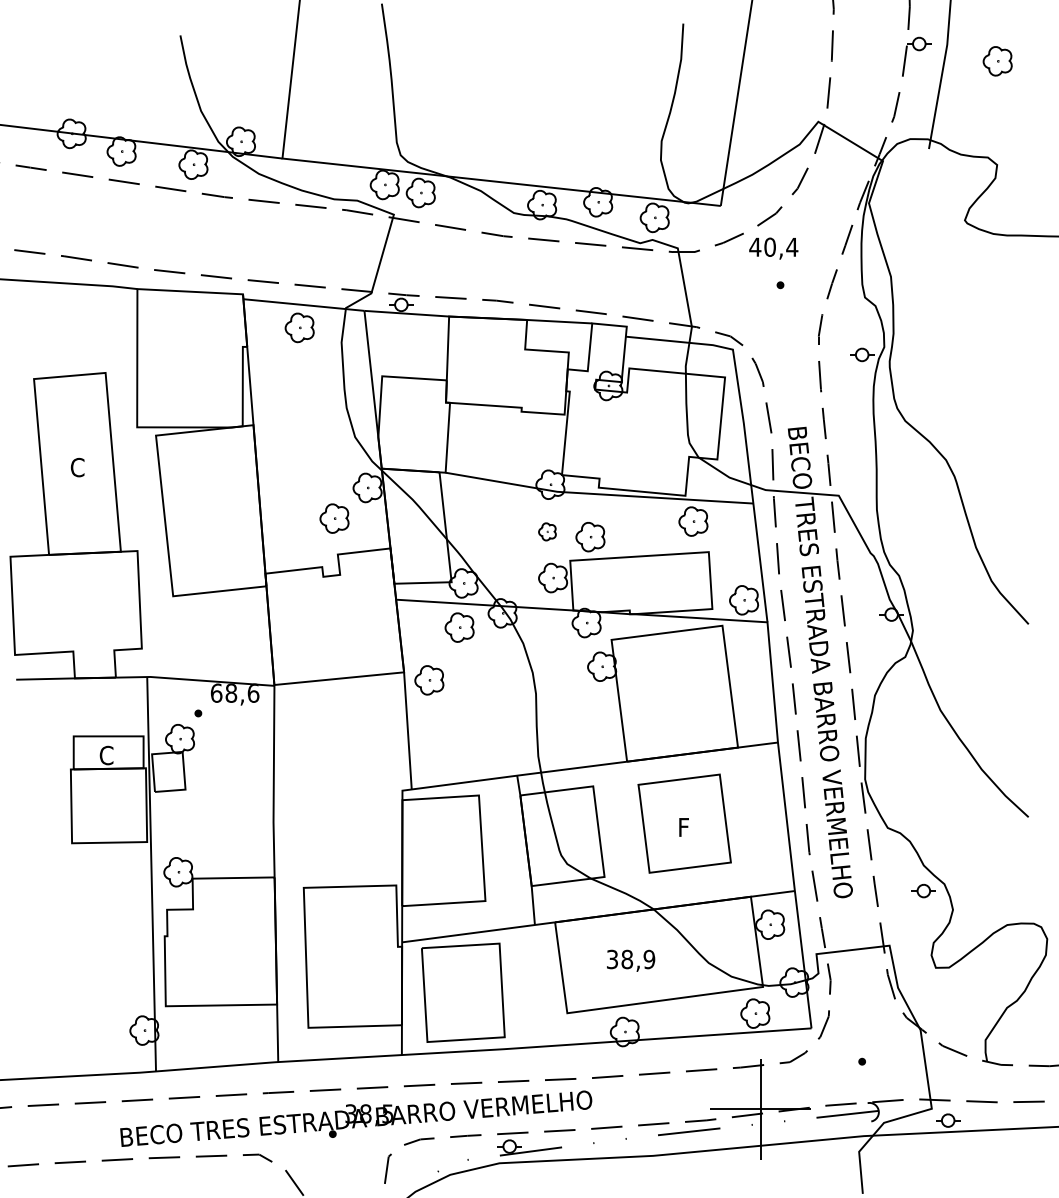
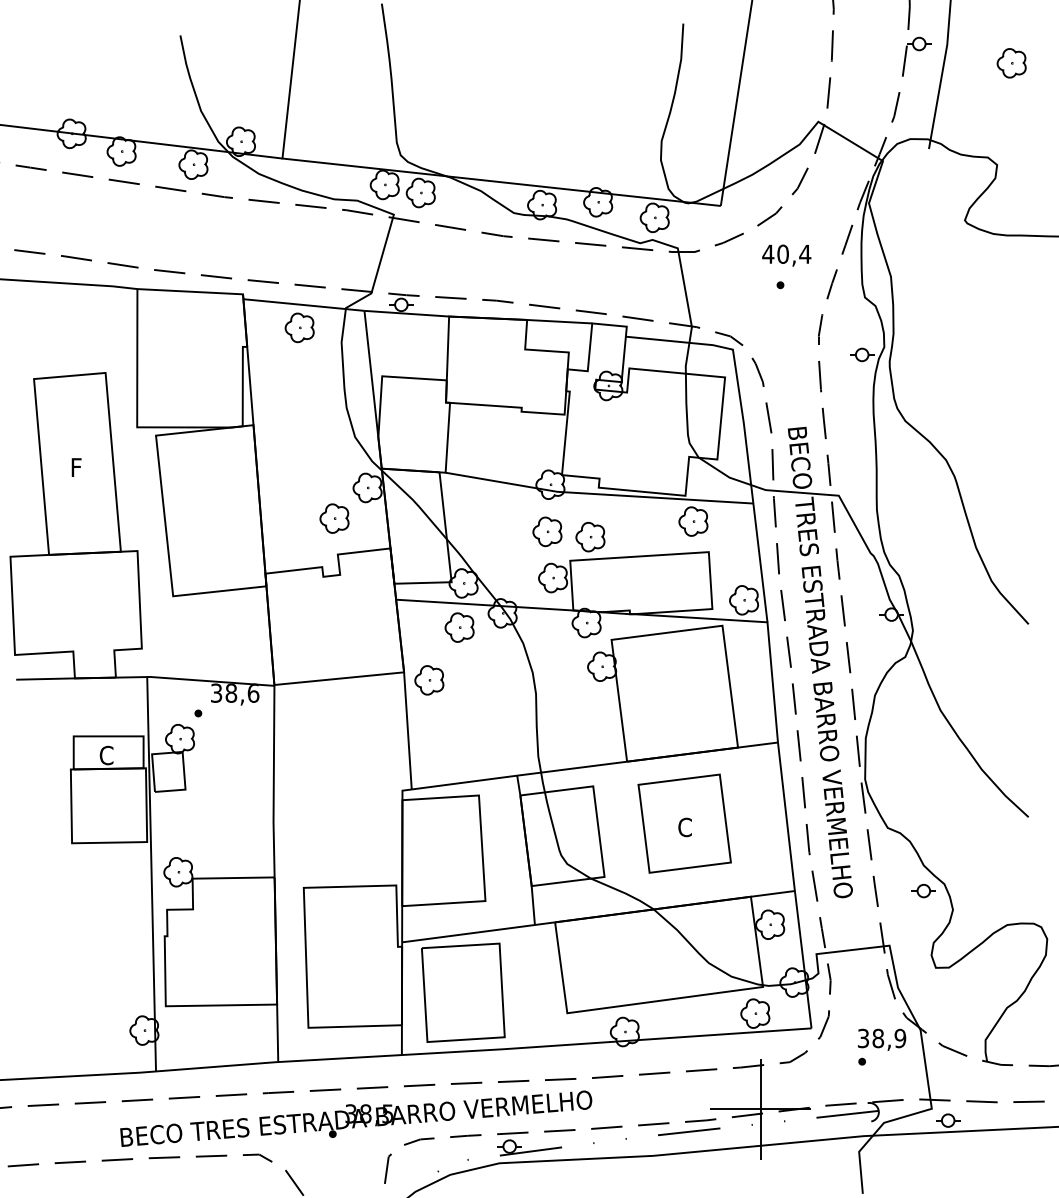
part at (997, 61) position: (997, 61) -> (1011, 63)
text at (773, 248) position: (773, 248) -> (786, 255)
text at (77, 467): C -> F
part at (547, 531) size: 19x20 px -> 31x32 px
text at (216, 692): 68,6 -> 38,6
text at (684, 827): F -> C
text at (631, 960) position: (631, 960) -> (882, 1039)
